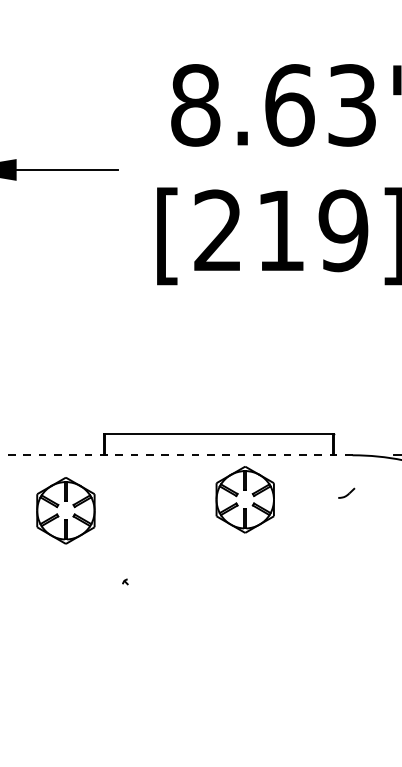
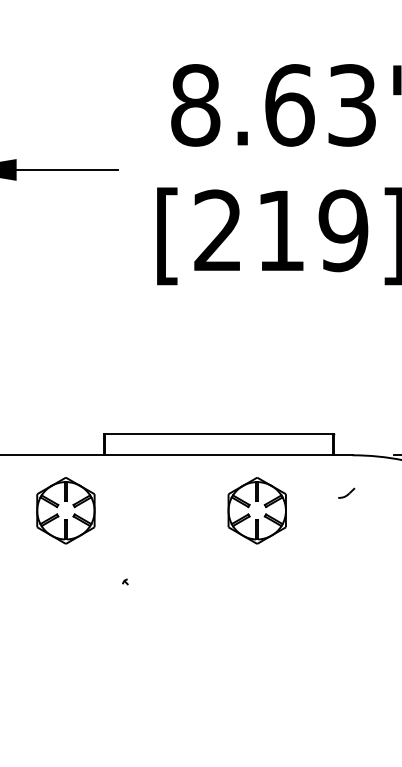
line at (176, 455): dashed -> solid
part at (244, 499) position: (244, 499) -> (256, 510)
